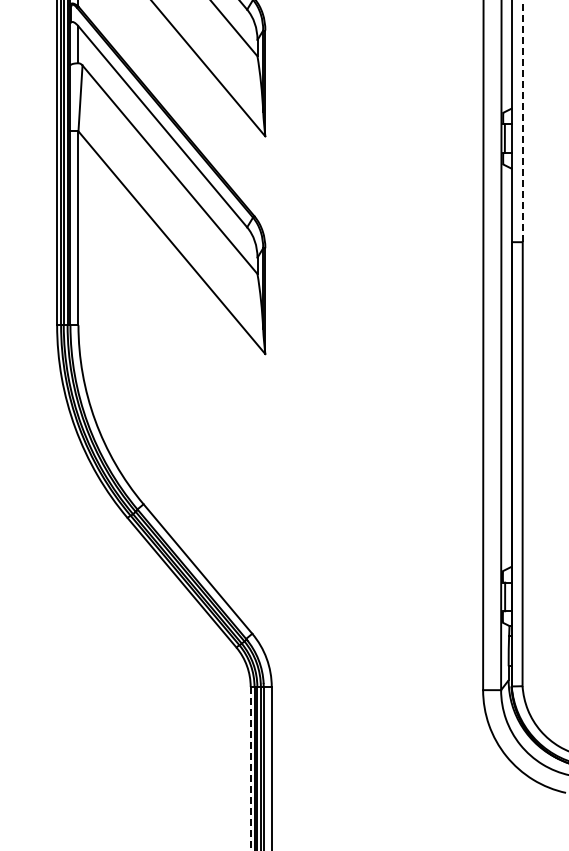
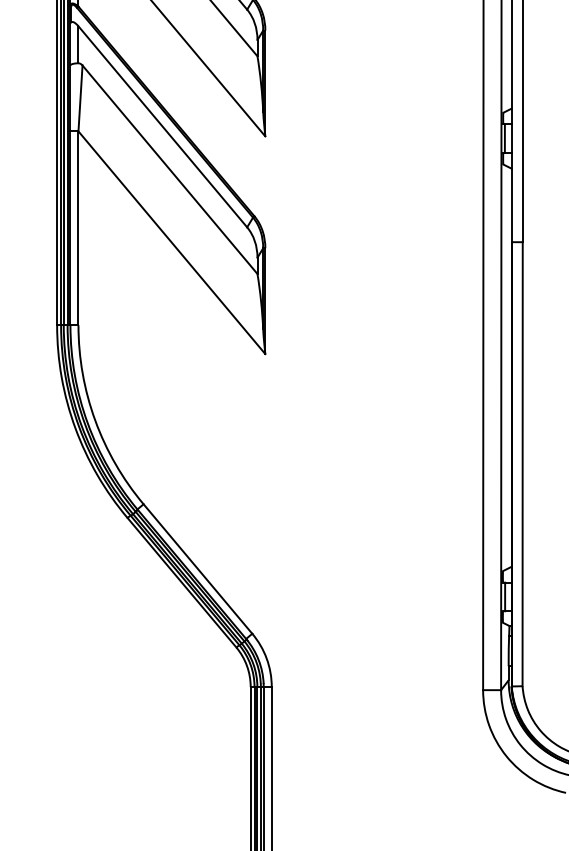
line at (522, 121): dashed -> solid
line at (250, 768): dashed -> solid
